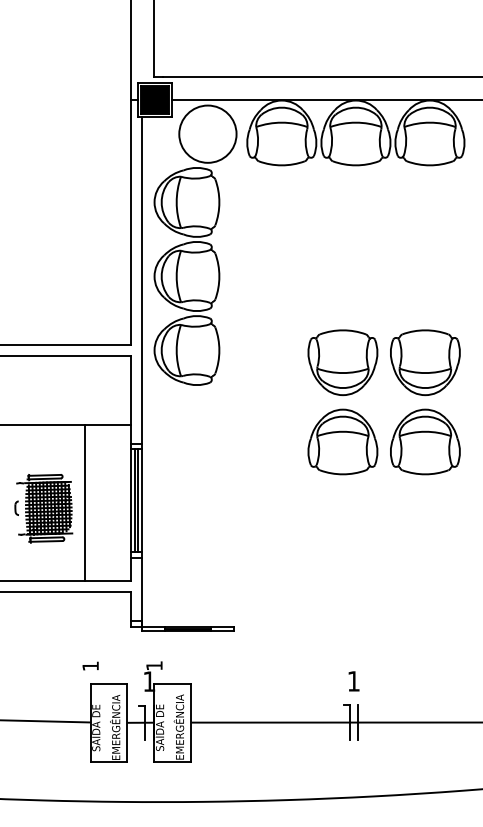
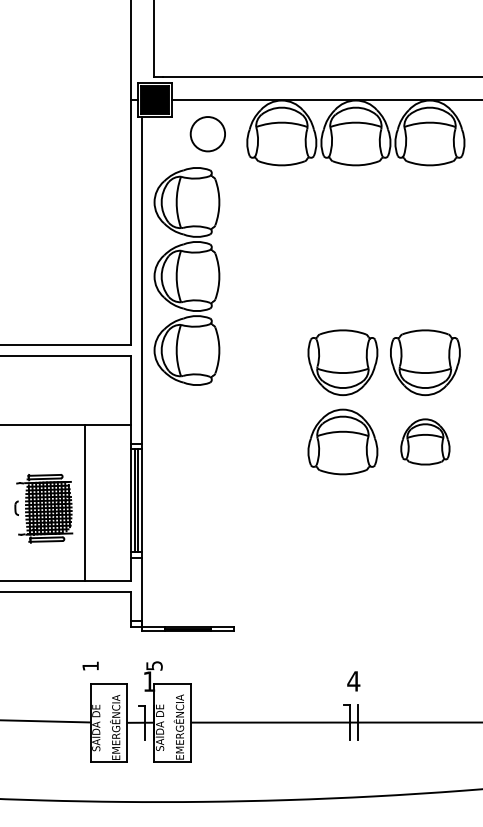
circle at (207, 133) diameter: 57 px -> 34 px
part at (425, 441) size: 71x68 px -> 51x48 px
text at (154, 665): 1 -> 5
text at (353, 681): 1 -> 4
